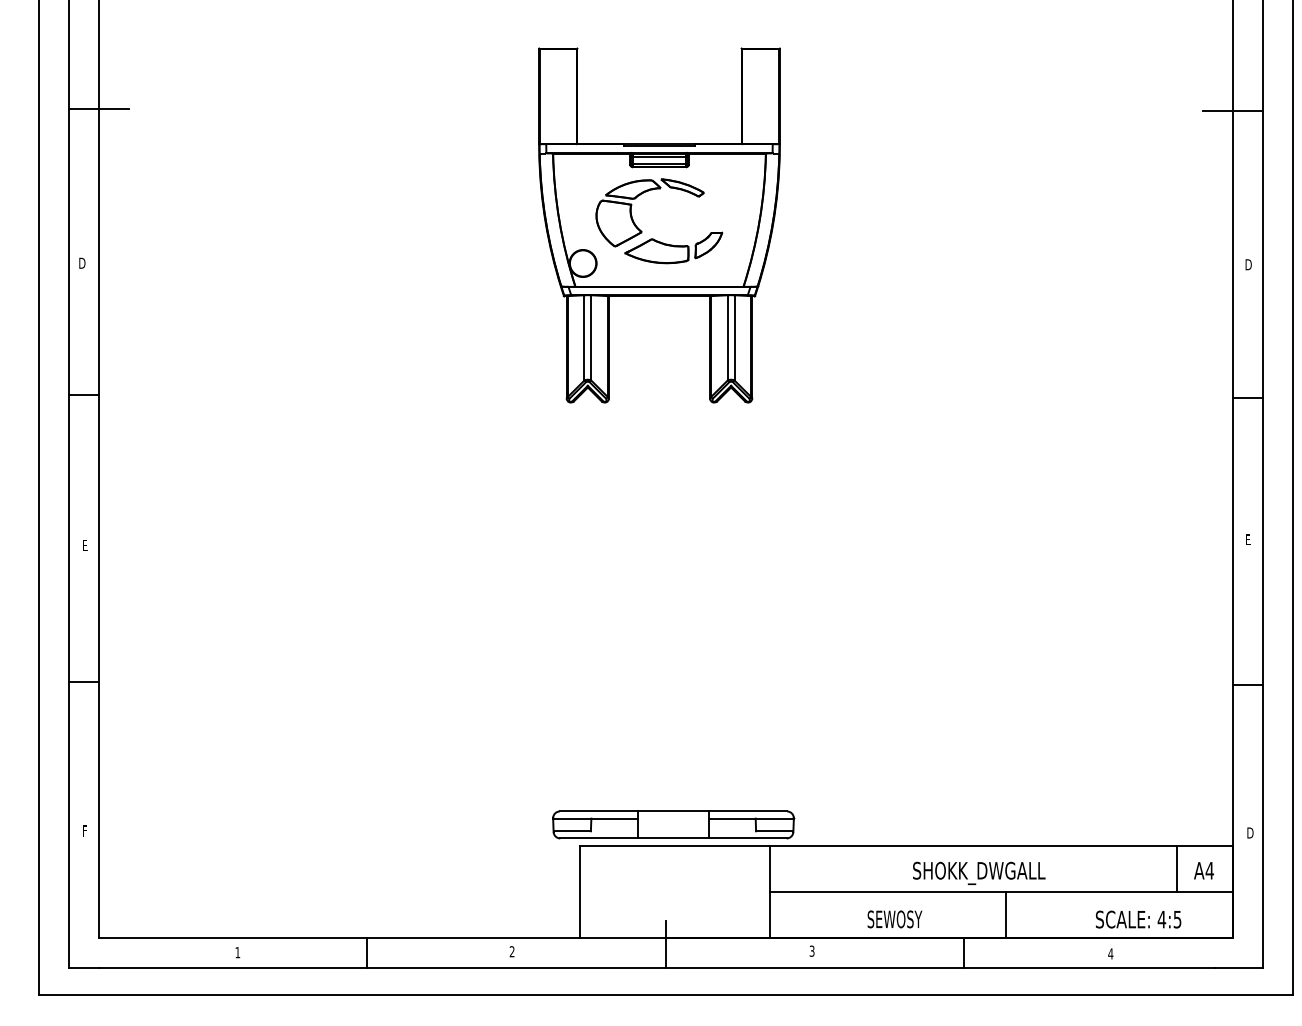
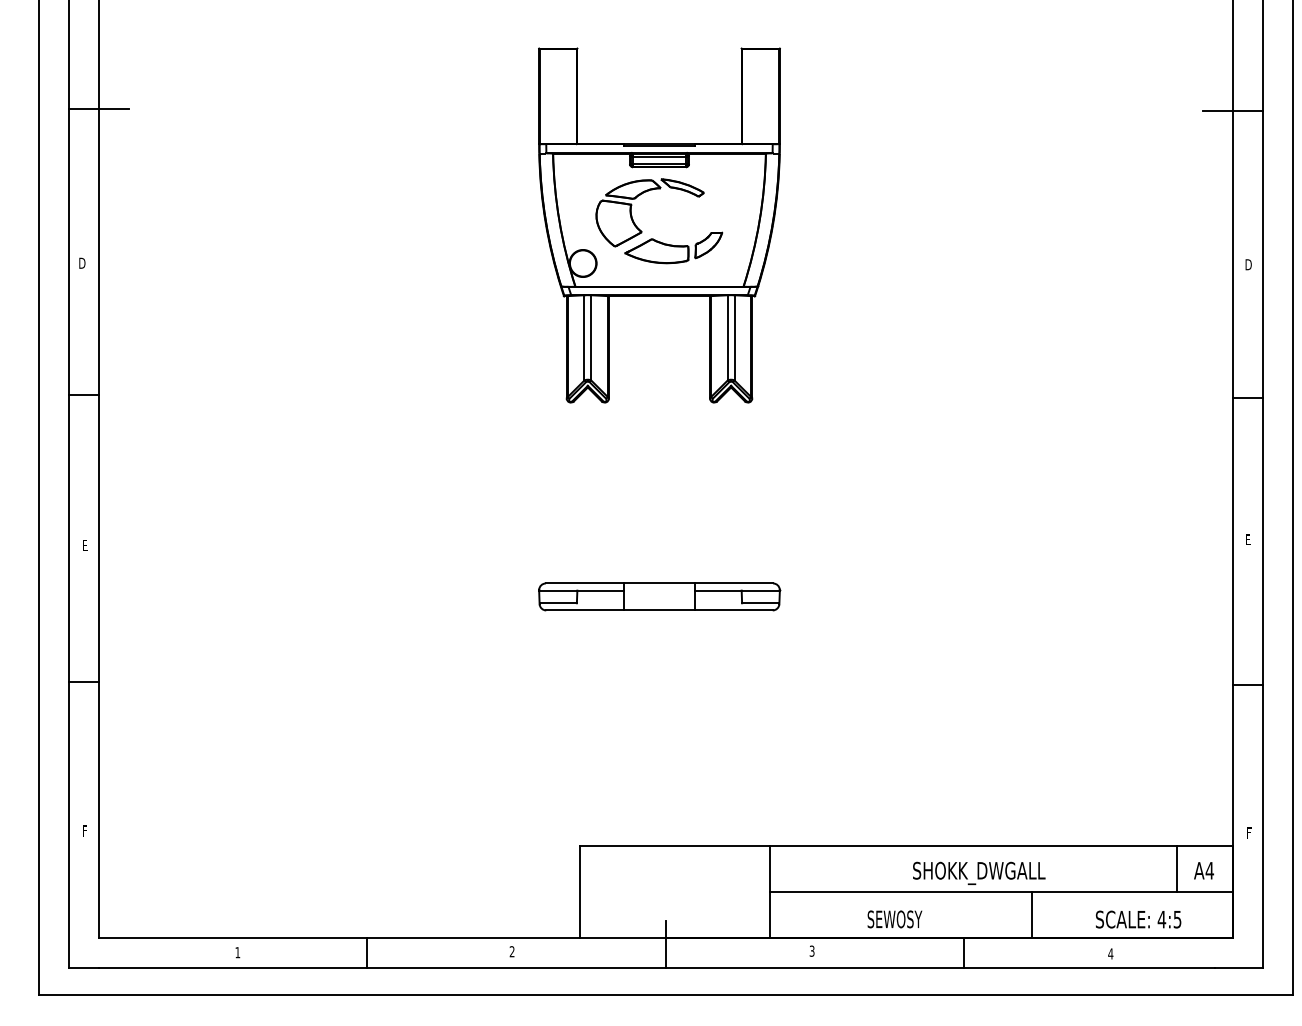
part at (673, 824) position: (673, 824) -> (659, 596)
text at (1250, 832): D -> F
line at (1006, 915) position: (1006, 915) -> (1032, 915)
